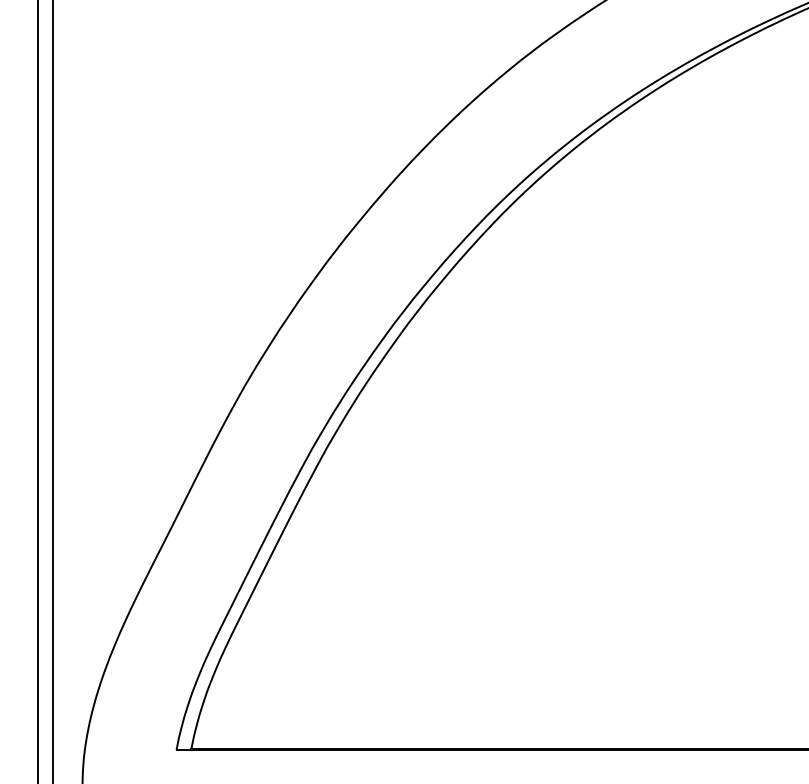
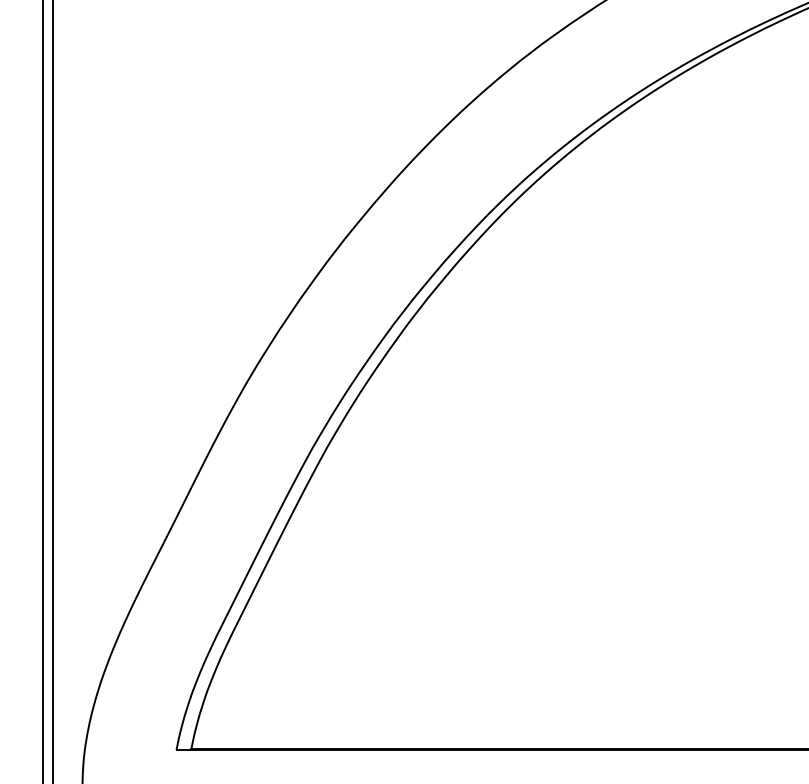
line at (38, 391) position: (38, 391) -> (43, 391)
